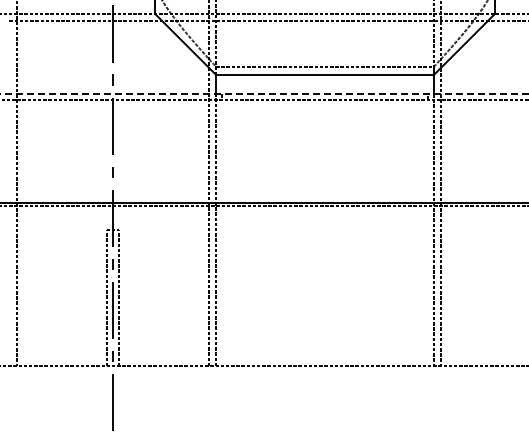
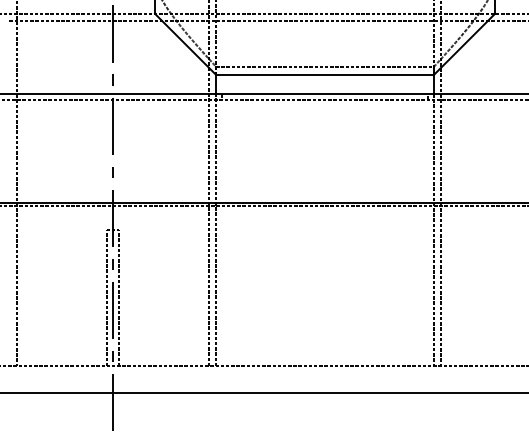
line at (264, 94): dashed -> solid
line at (263, 393): none -> present
